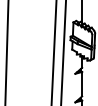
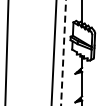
line at (63, 52): solid -> dashed
